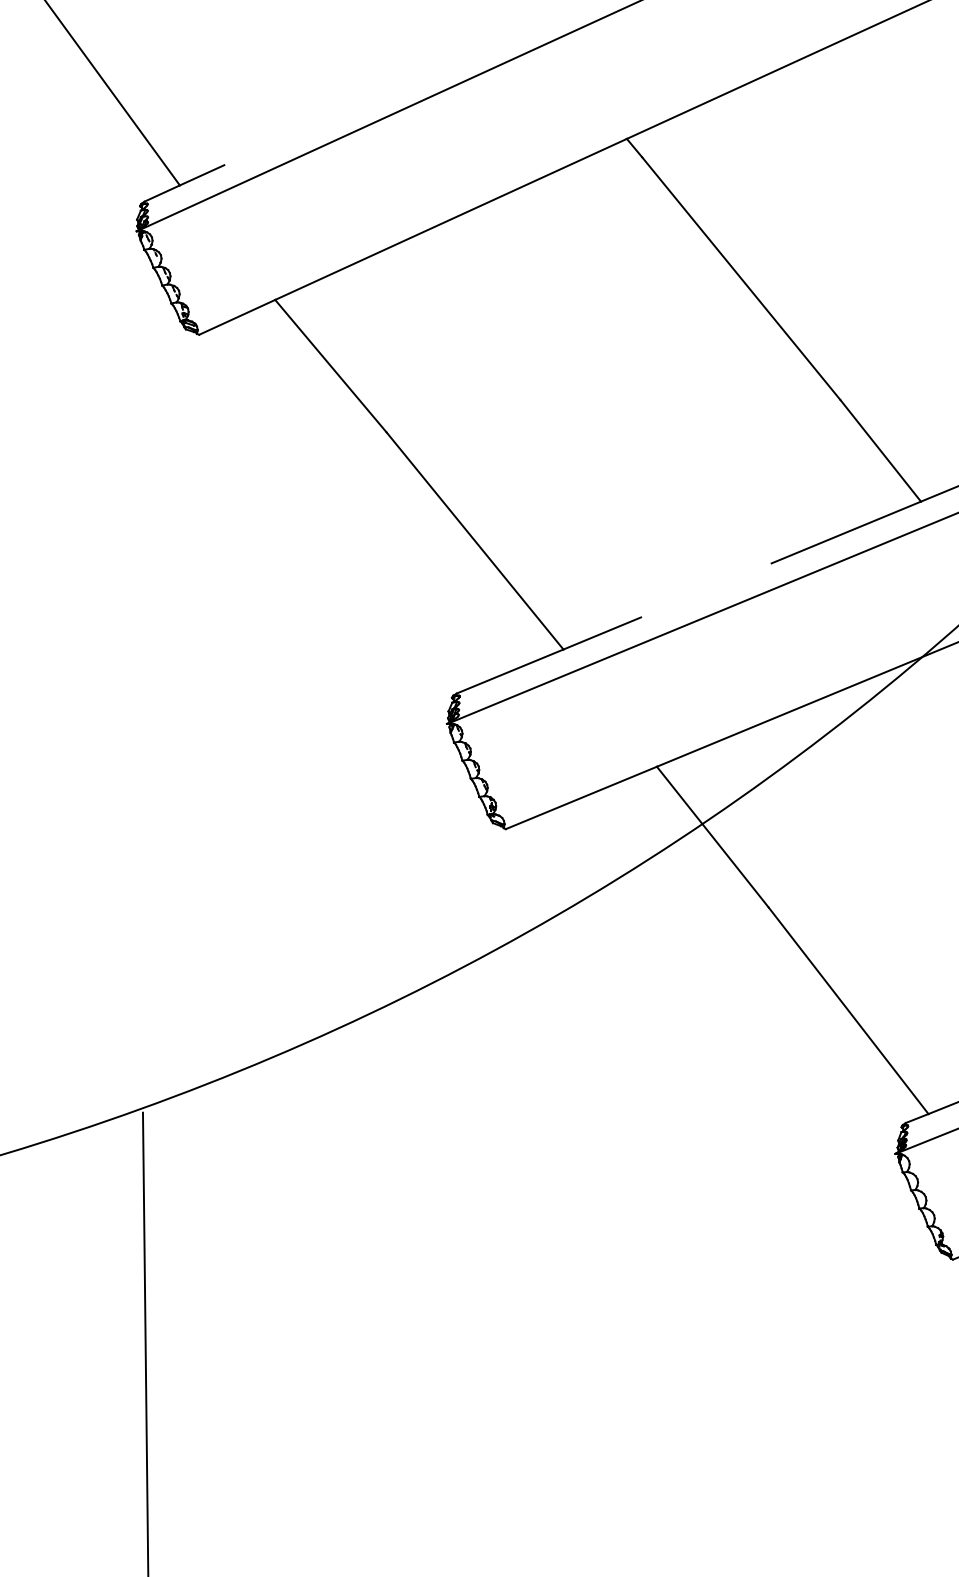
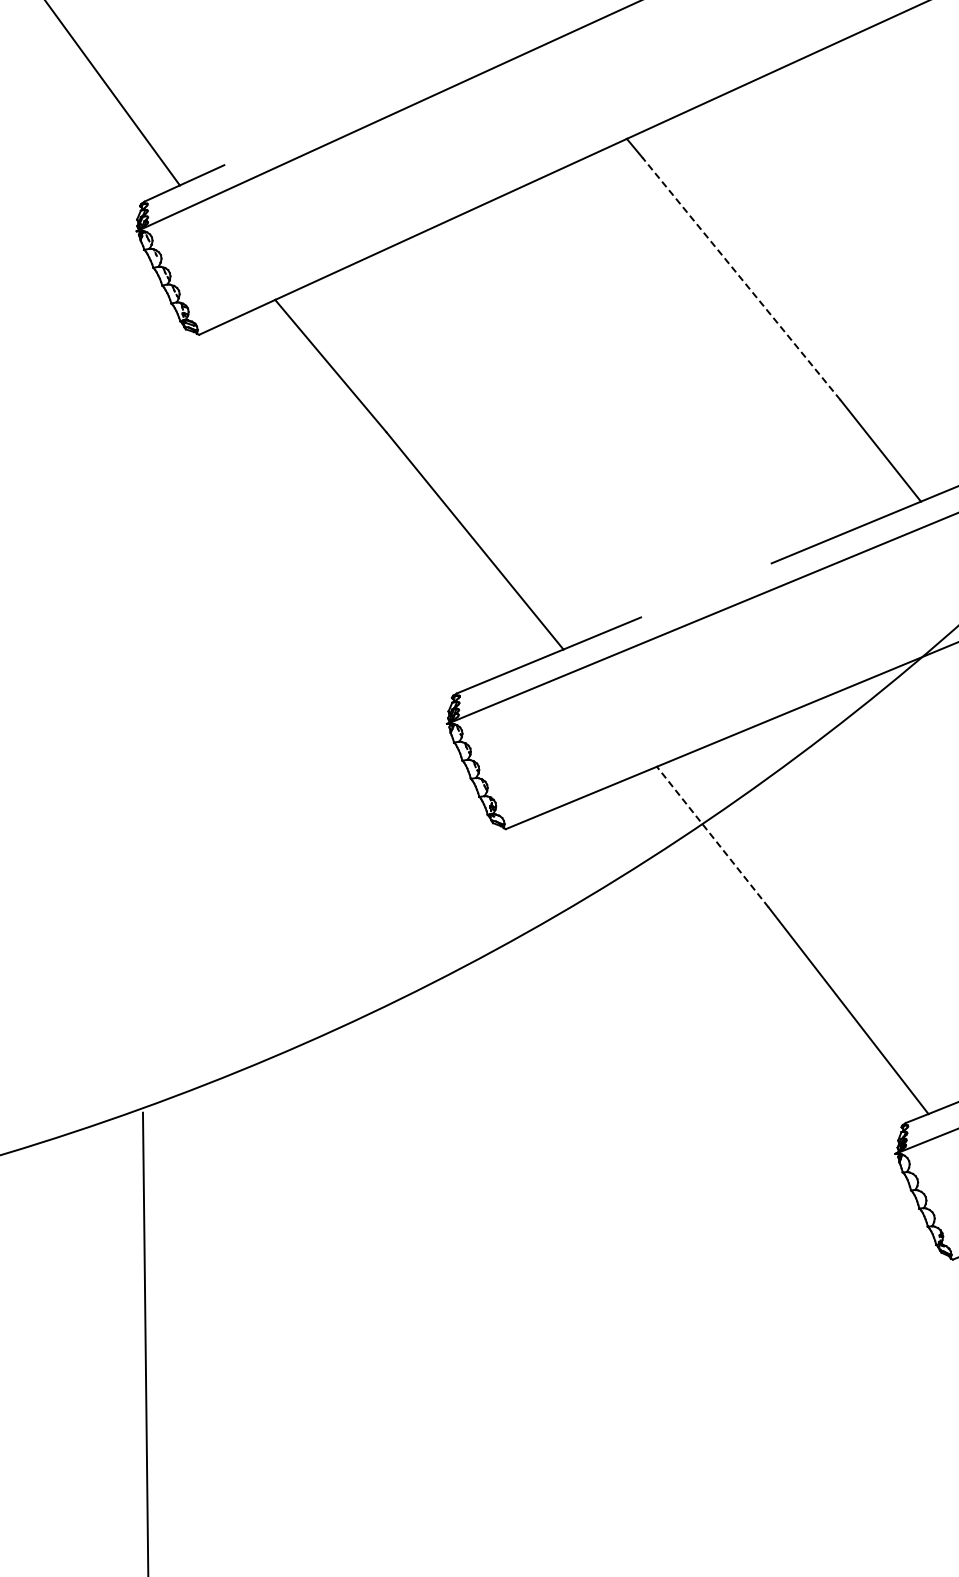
line at (741, 278): solid -> dashed
line at (712, 837): solid -> dashed
